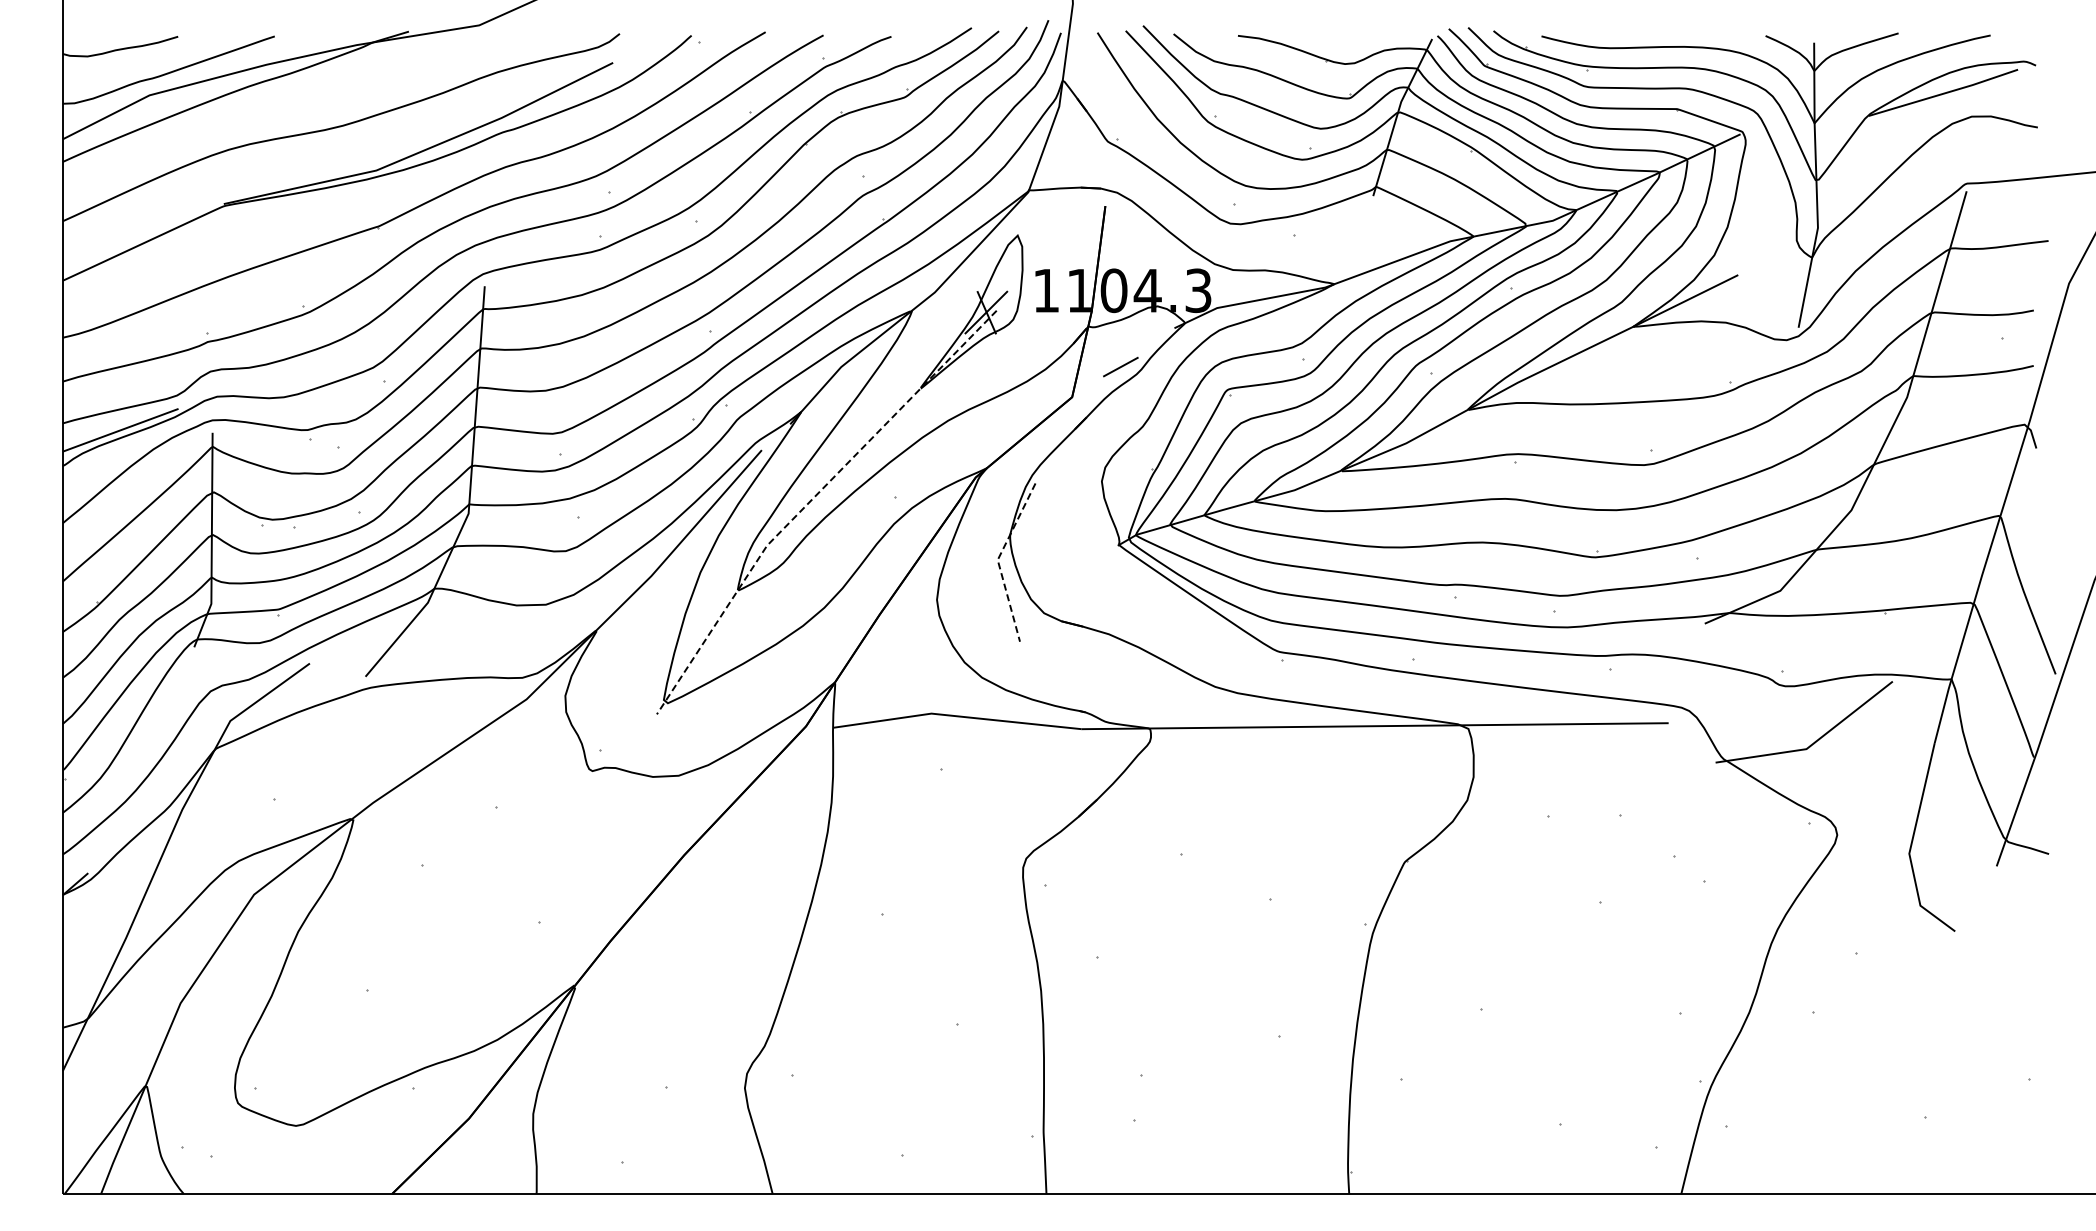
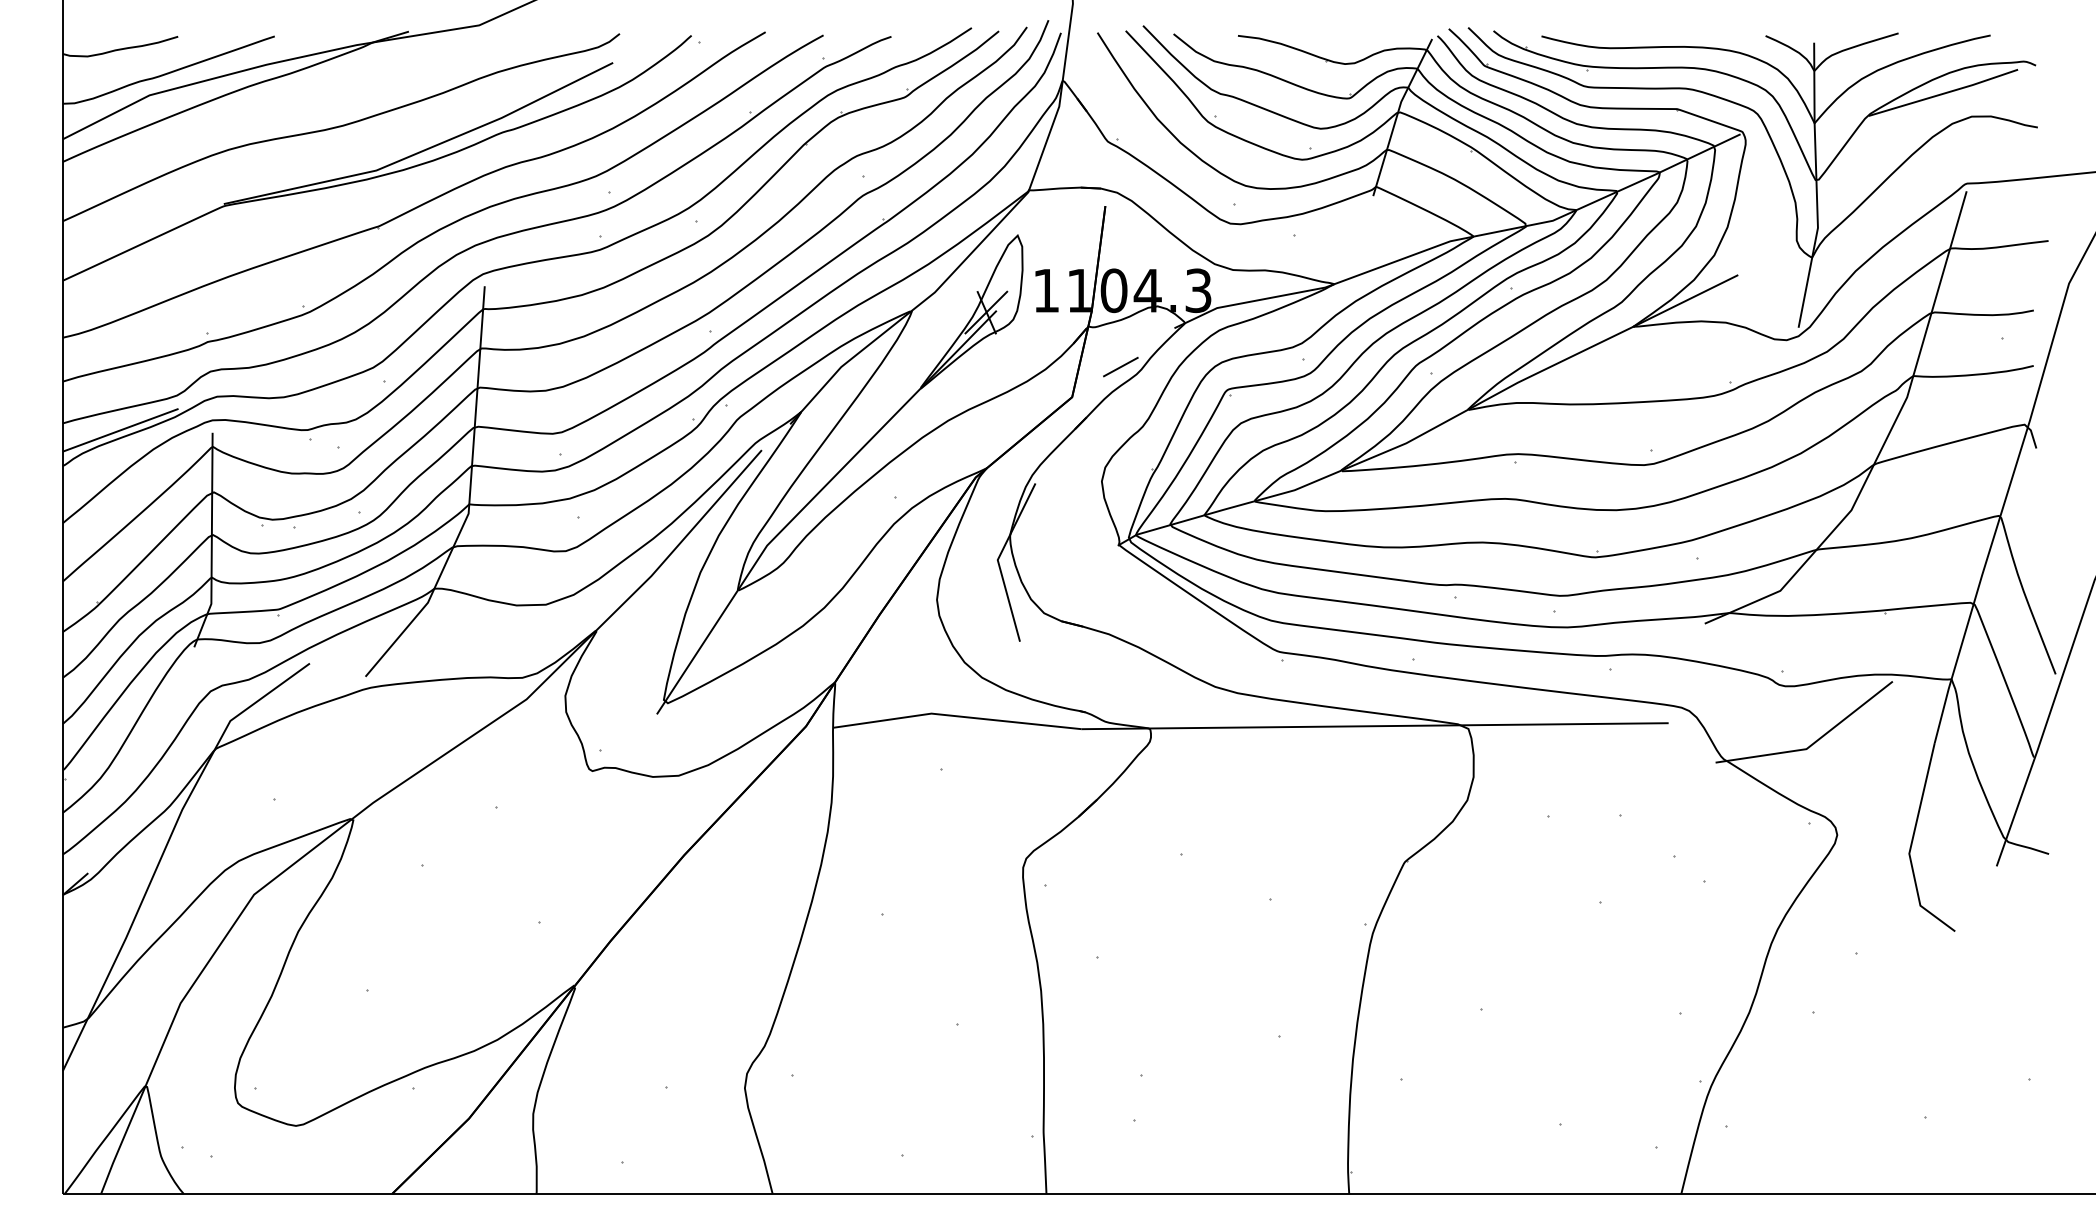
line at (811, 500): dashed -> solid
line at (997, 560): dashed -> solid
